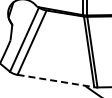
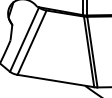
line at (55, 81): dashed -> solid
